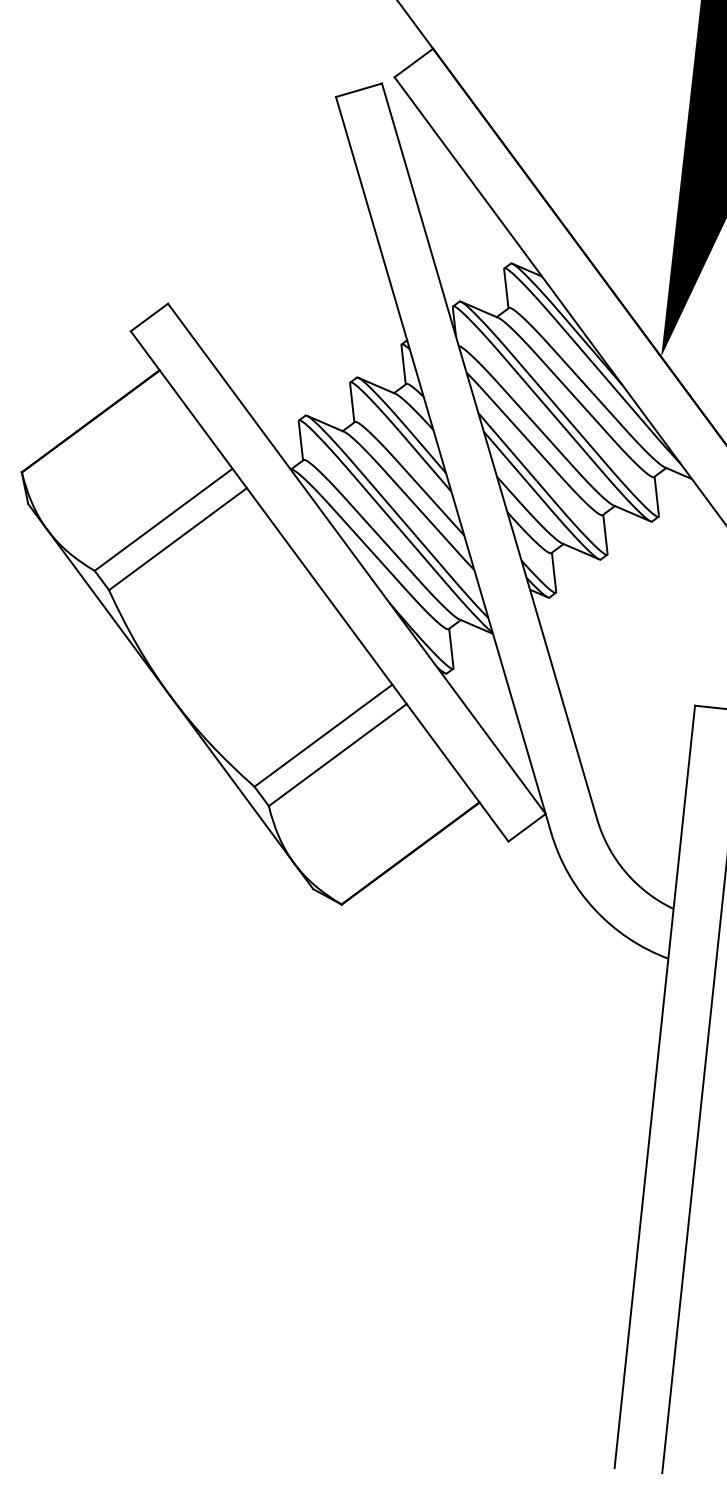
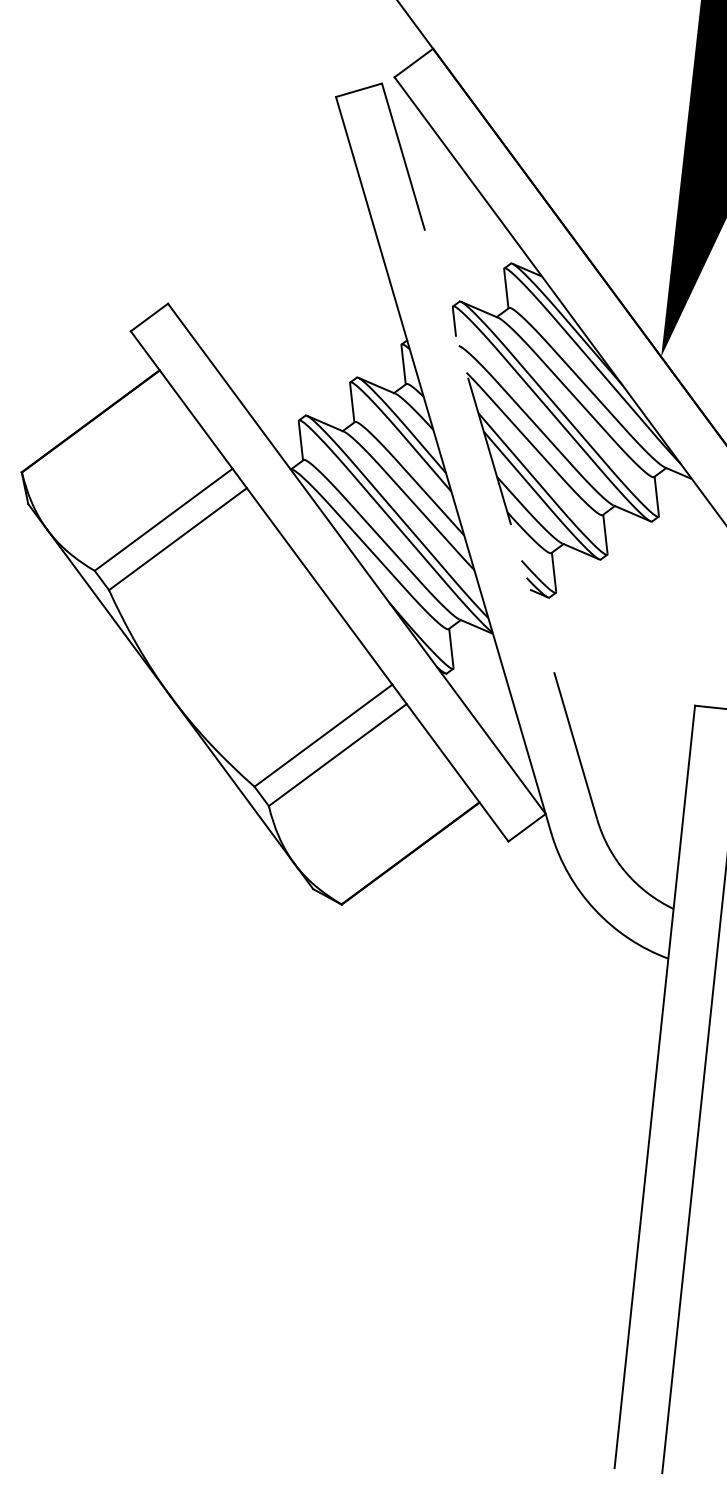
line at (489, 451): solid -> dashed
